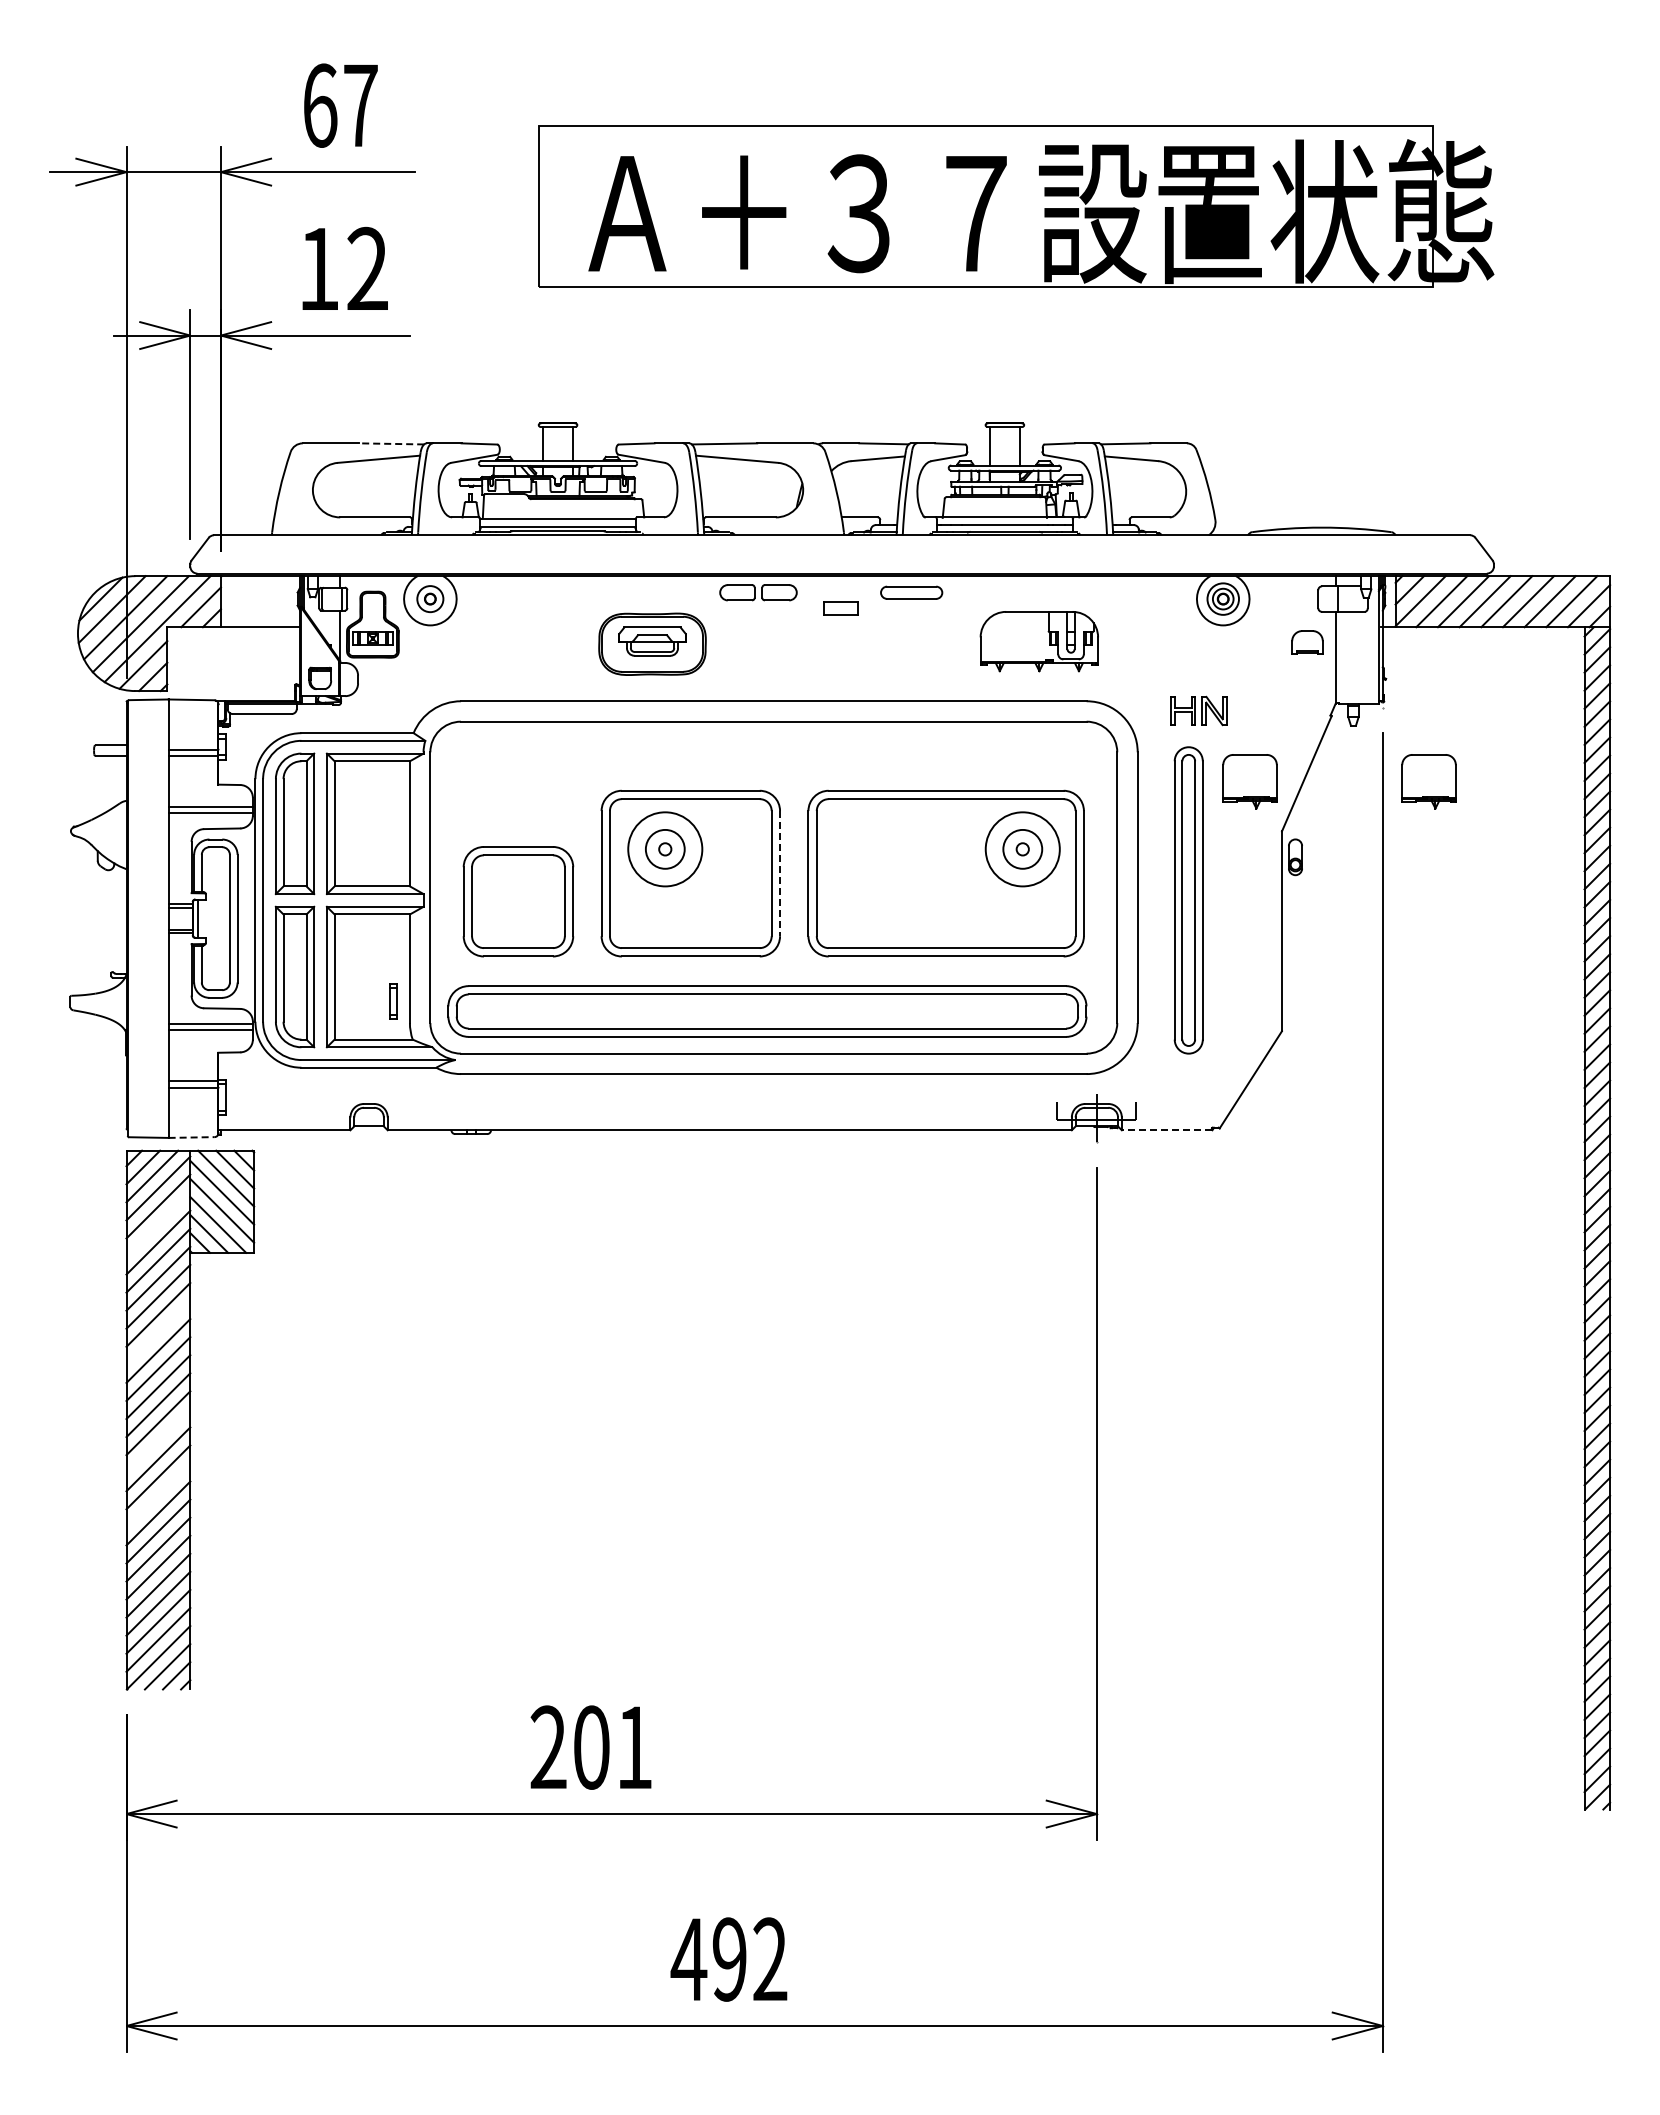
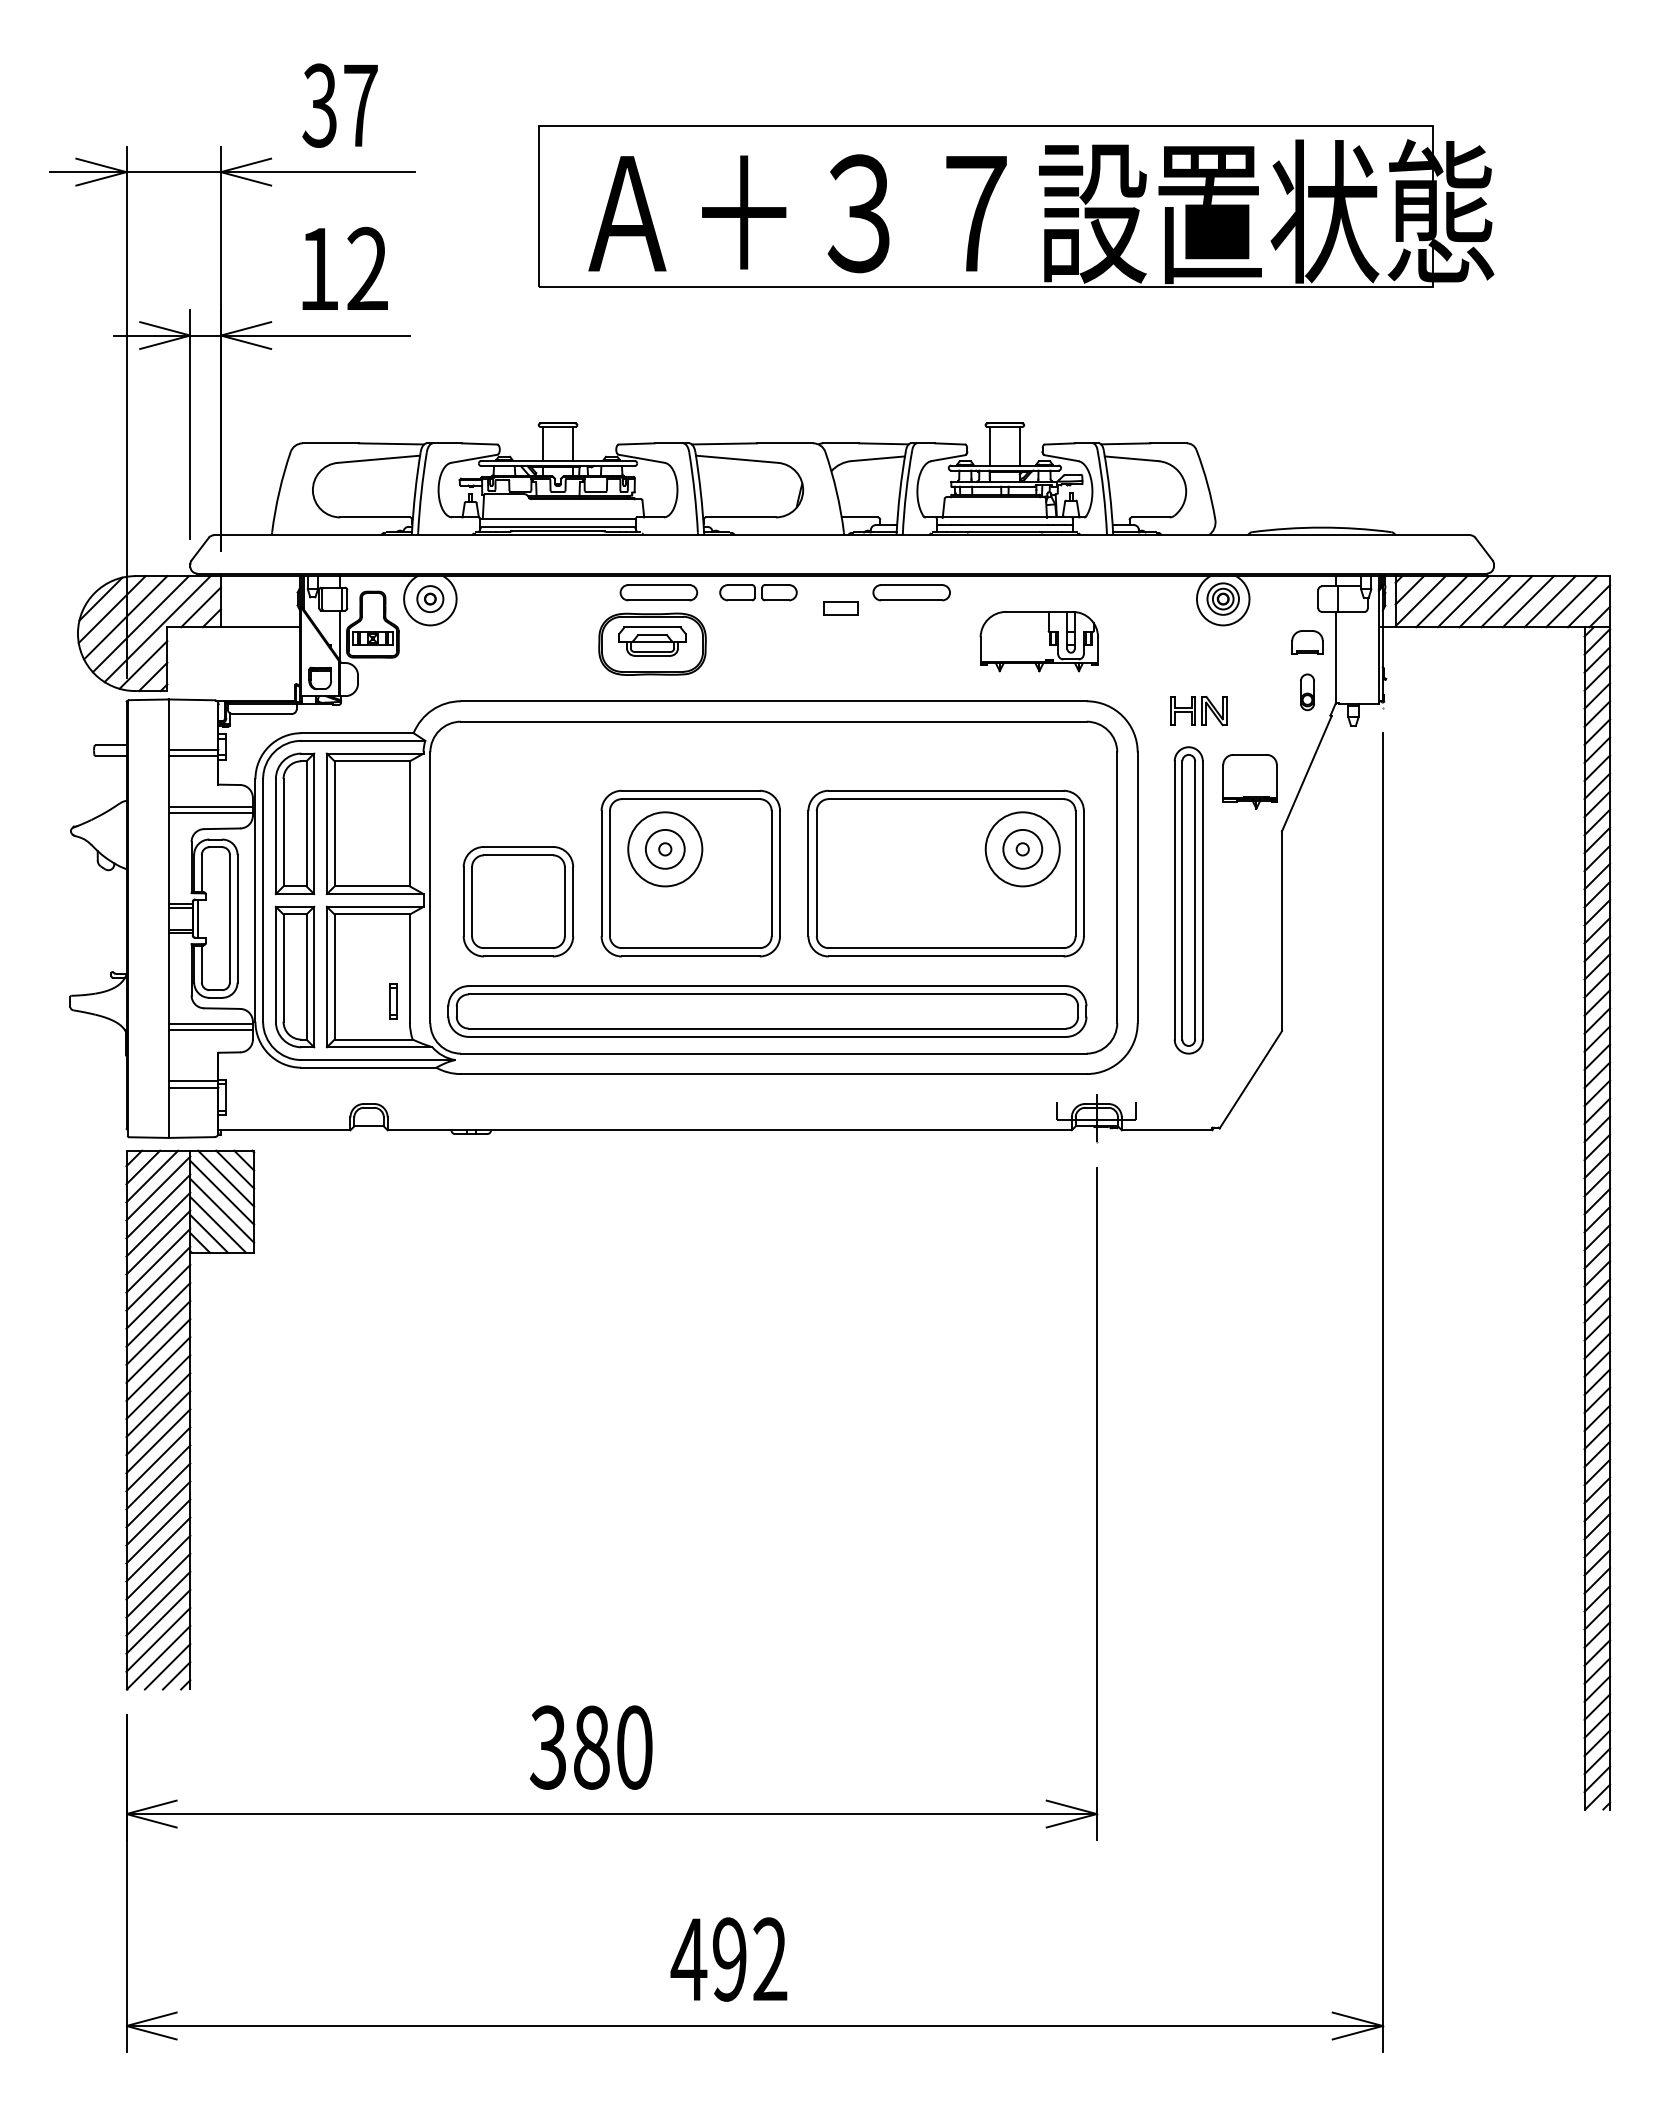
text at (319, 105): 67 -> 37
line at (391, 443): dashed -> solid
part at (658, 592): none -> present
part at (911, 592) size: 64x15 px -> 79x18 px
part at (1428, 781): present -> none
part at (1295, 857) position: (1295, 857) -> (1307, 692)
line at (780, 873): dashed -> solid
line at (1166, 1130): dashed -> solid
line at (192, 1137): dashed -> solid
line at (158, 1224): none -> present
line at (158, 1332): none -> present
line at (158, 1441): none -> present
line at (158, 1495): none -> present
text at (590, 1747): 201 -> 380
